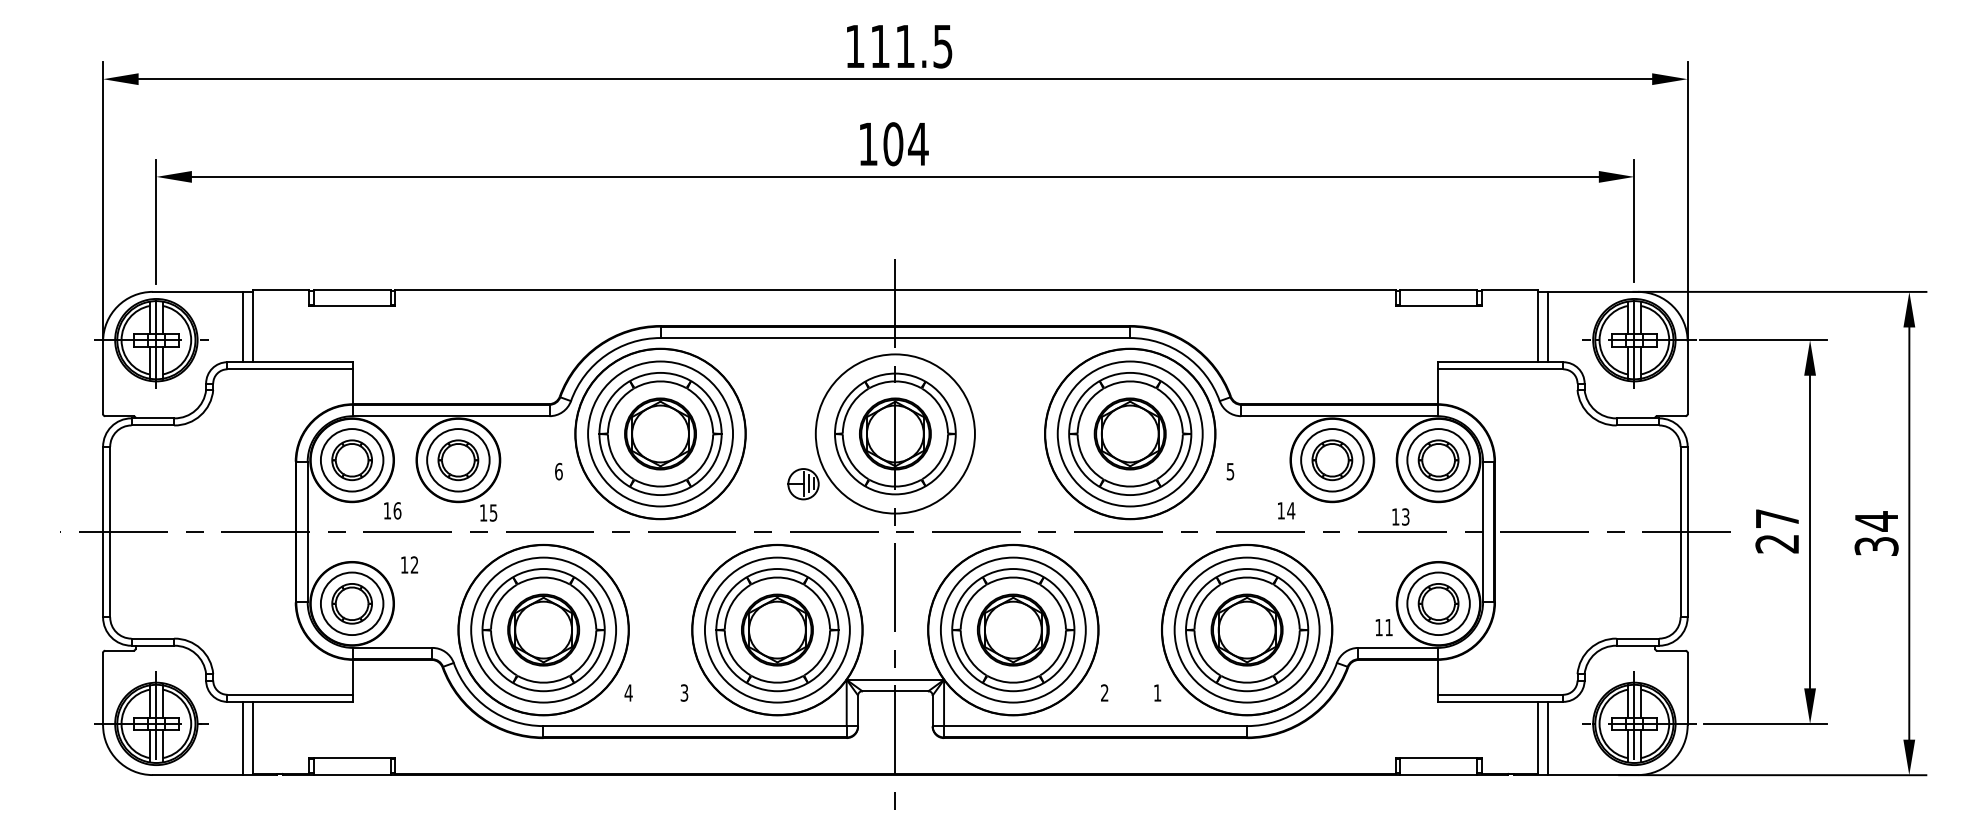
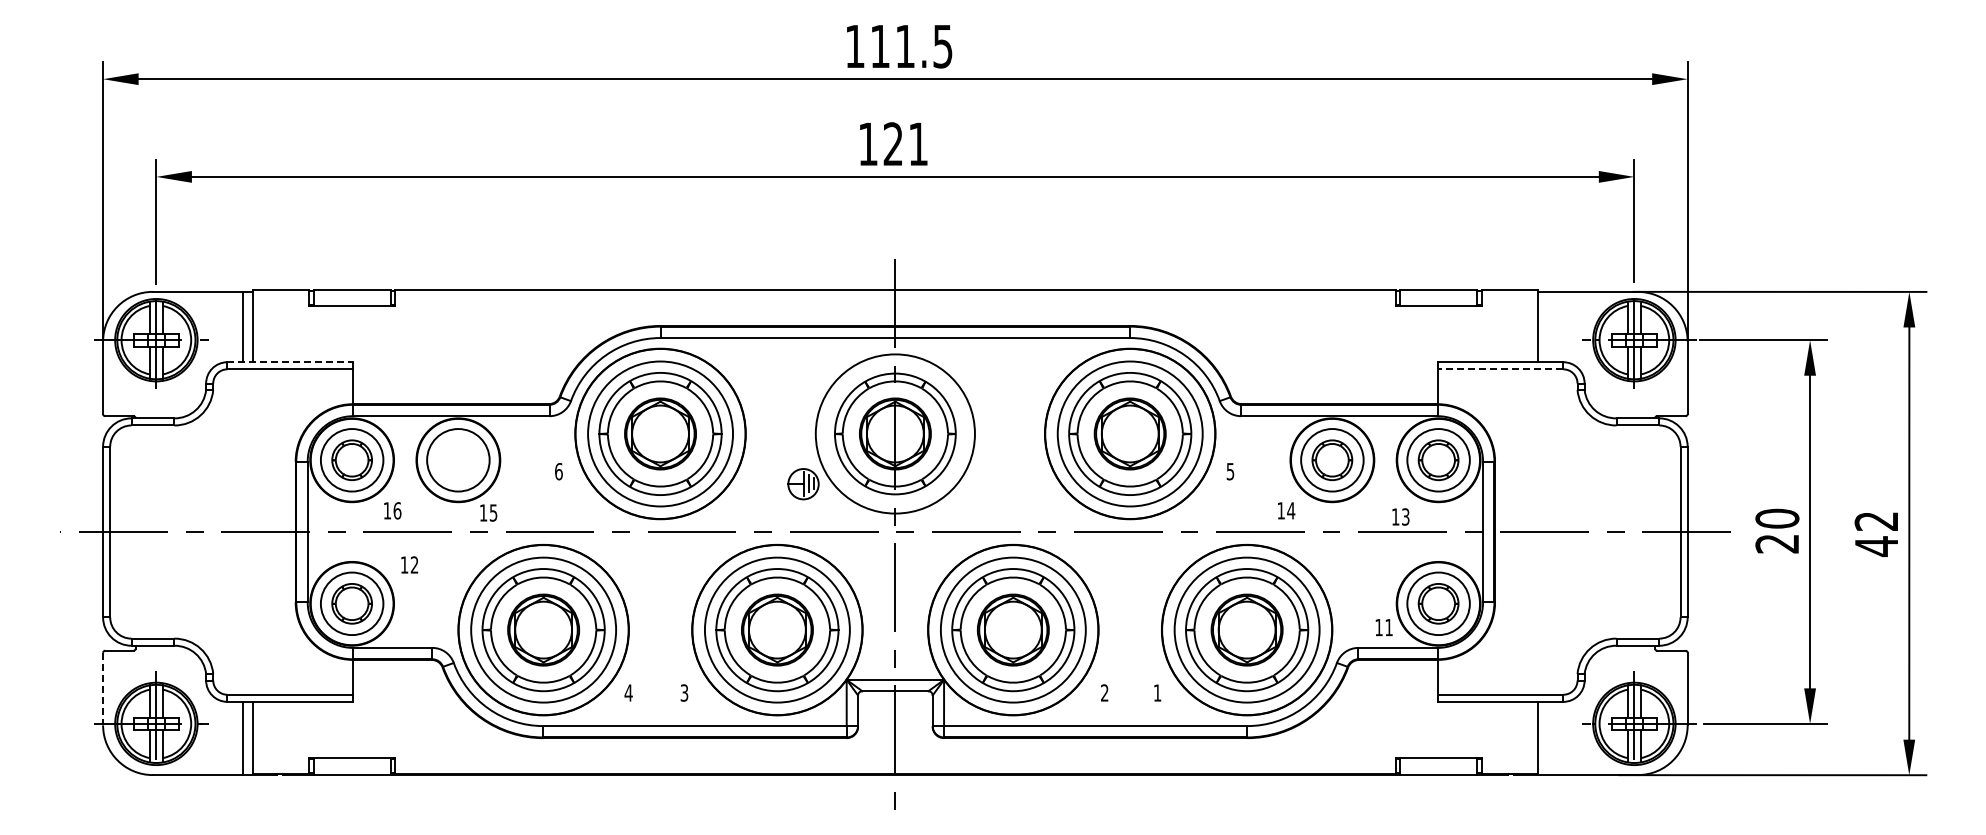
text at (905, 144): 104 -> 121
line at (1547, 326): present -> none
line at (290, 362): solid -> dashed
line at (1500, 369): solid -> dashed
part at (458, 460): present -> none
text at (1777, 518): 27 -> 20
text at (1876, 533): 34 -> 42
line at (103, 689): solid -> dashed
line at (1547, 738): present -> none
